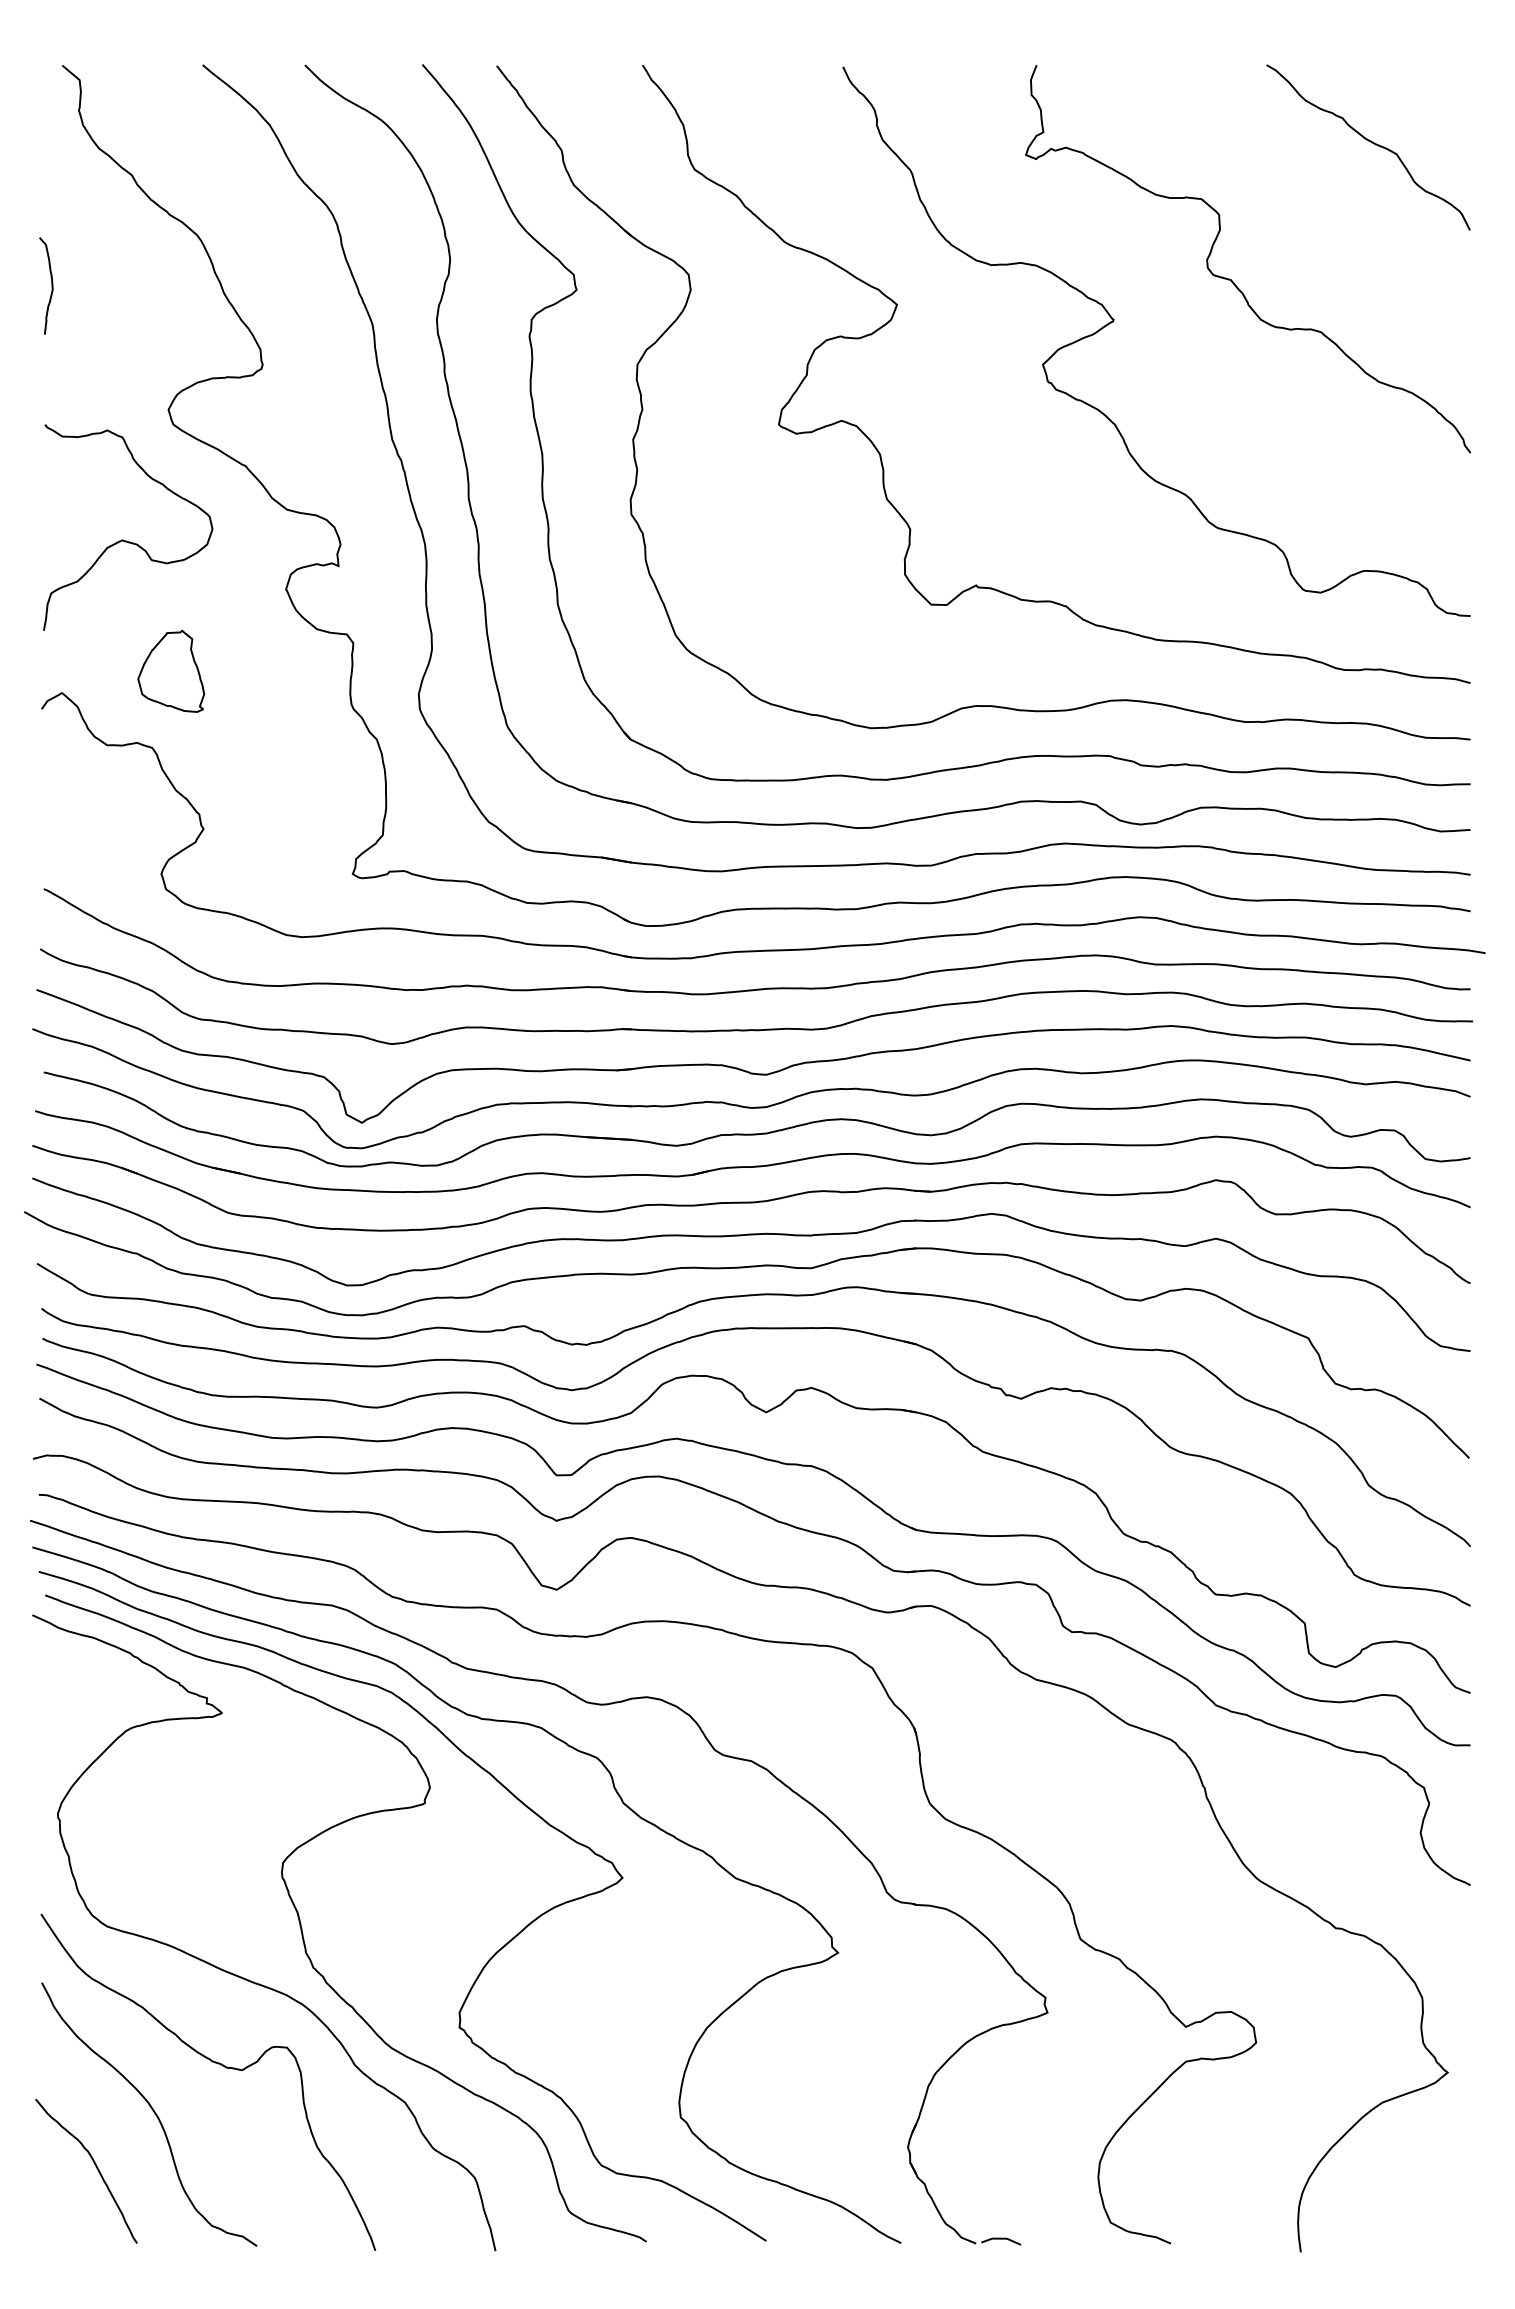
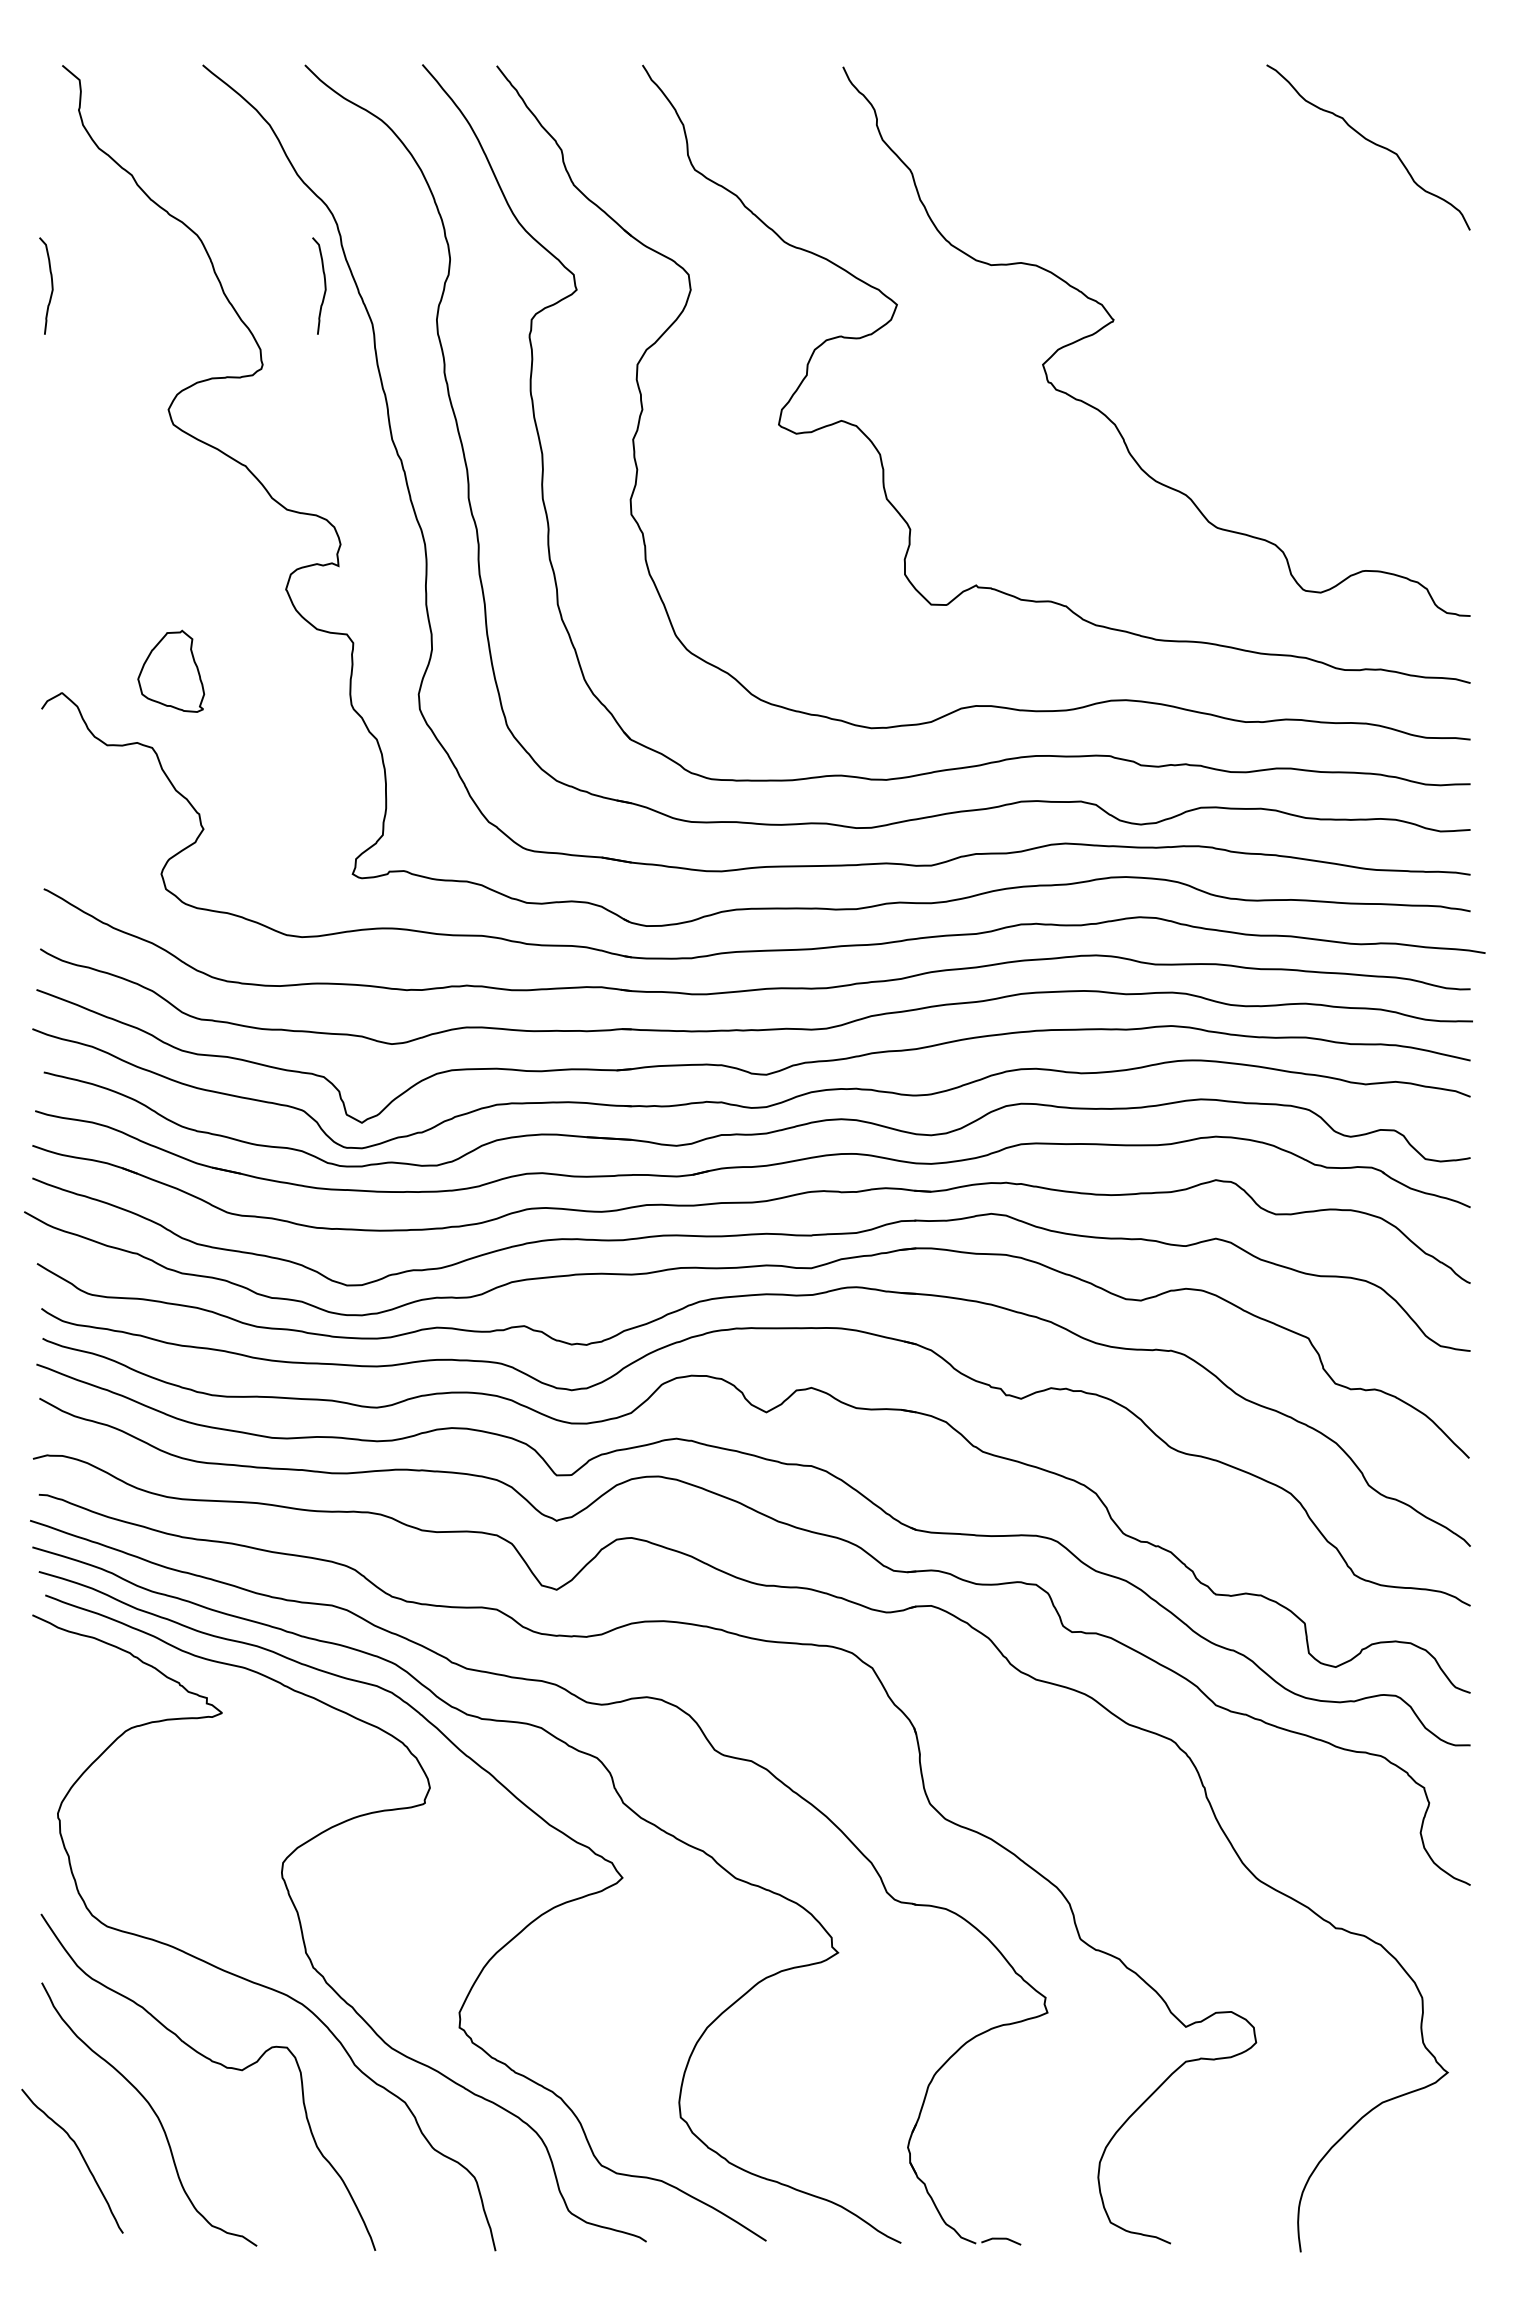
curve at (1231, 279): present -> none
curve at (324, 285): none -> present
curve at (123, 539): present -> none
curve at (95, 2166) position: (95, 2166) -> (81, 2156)
